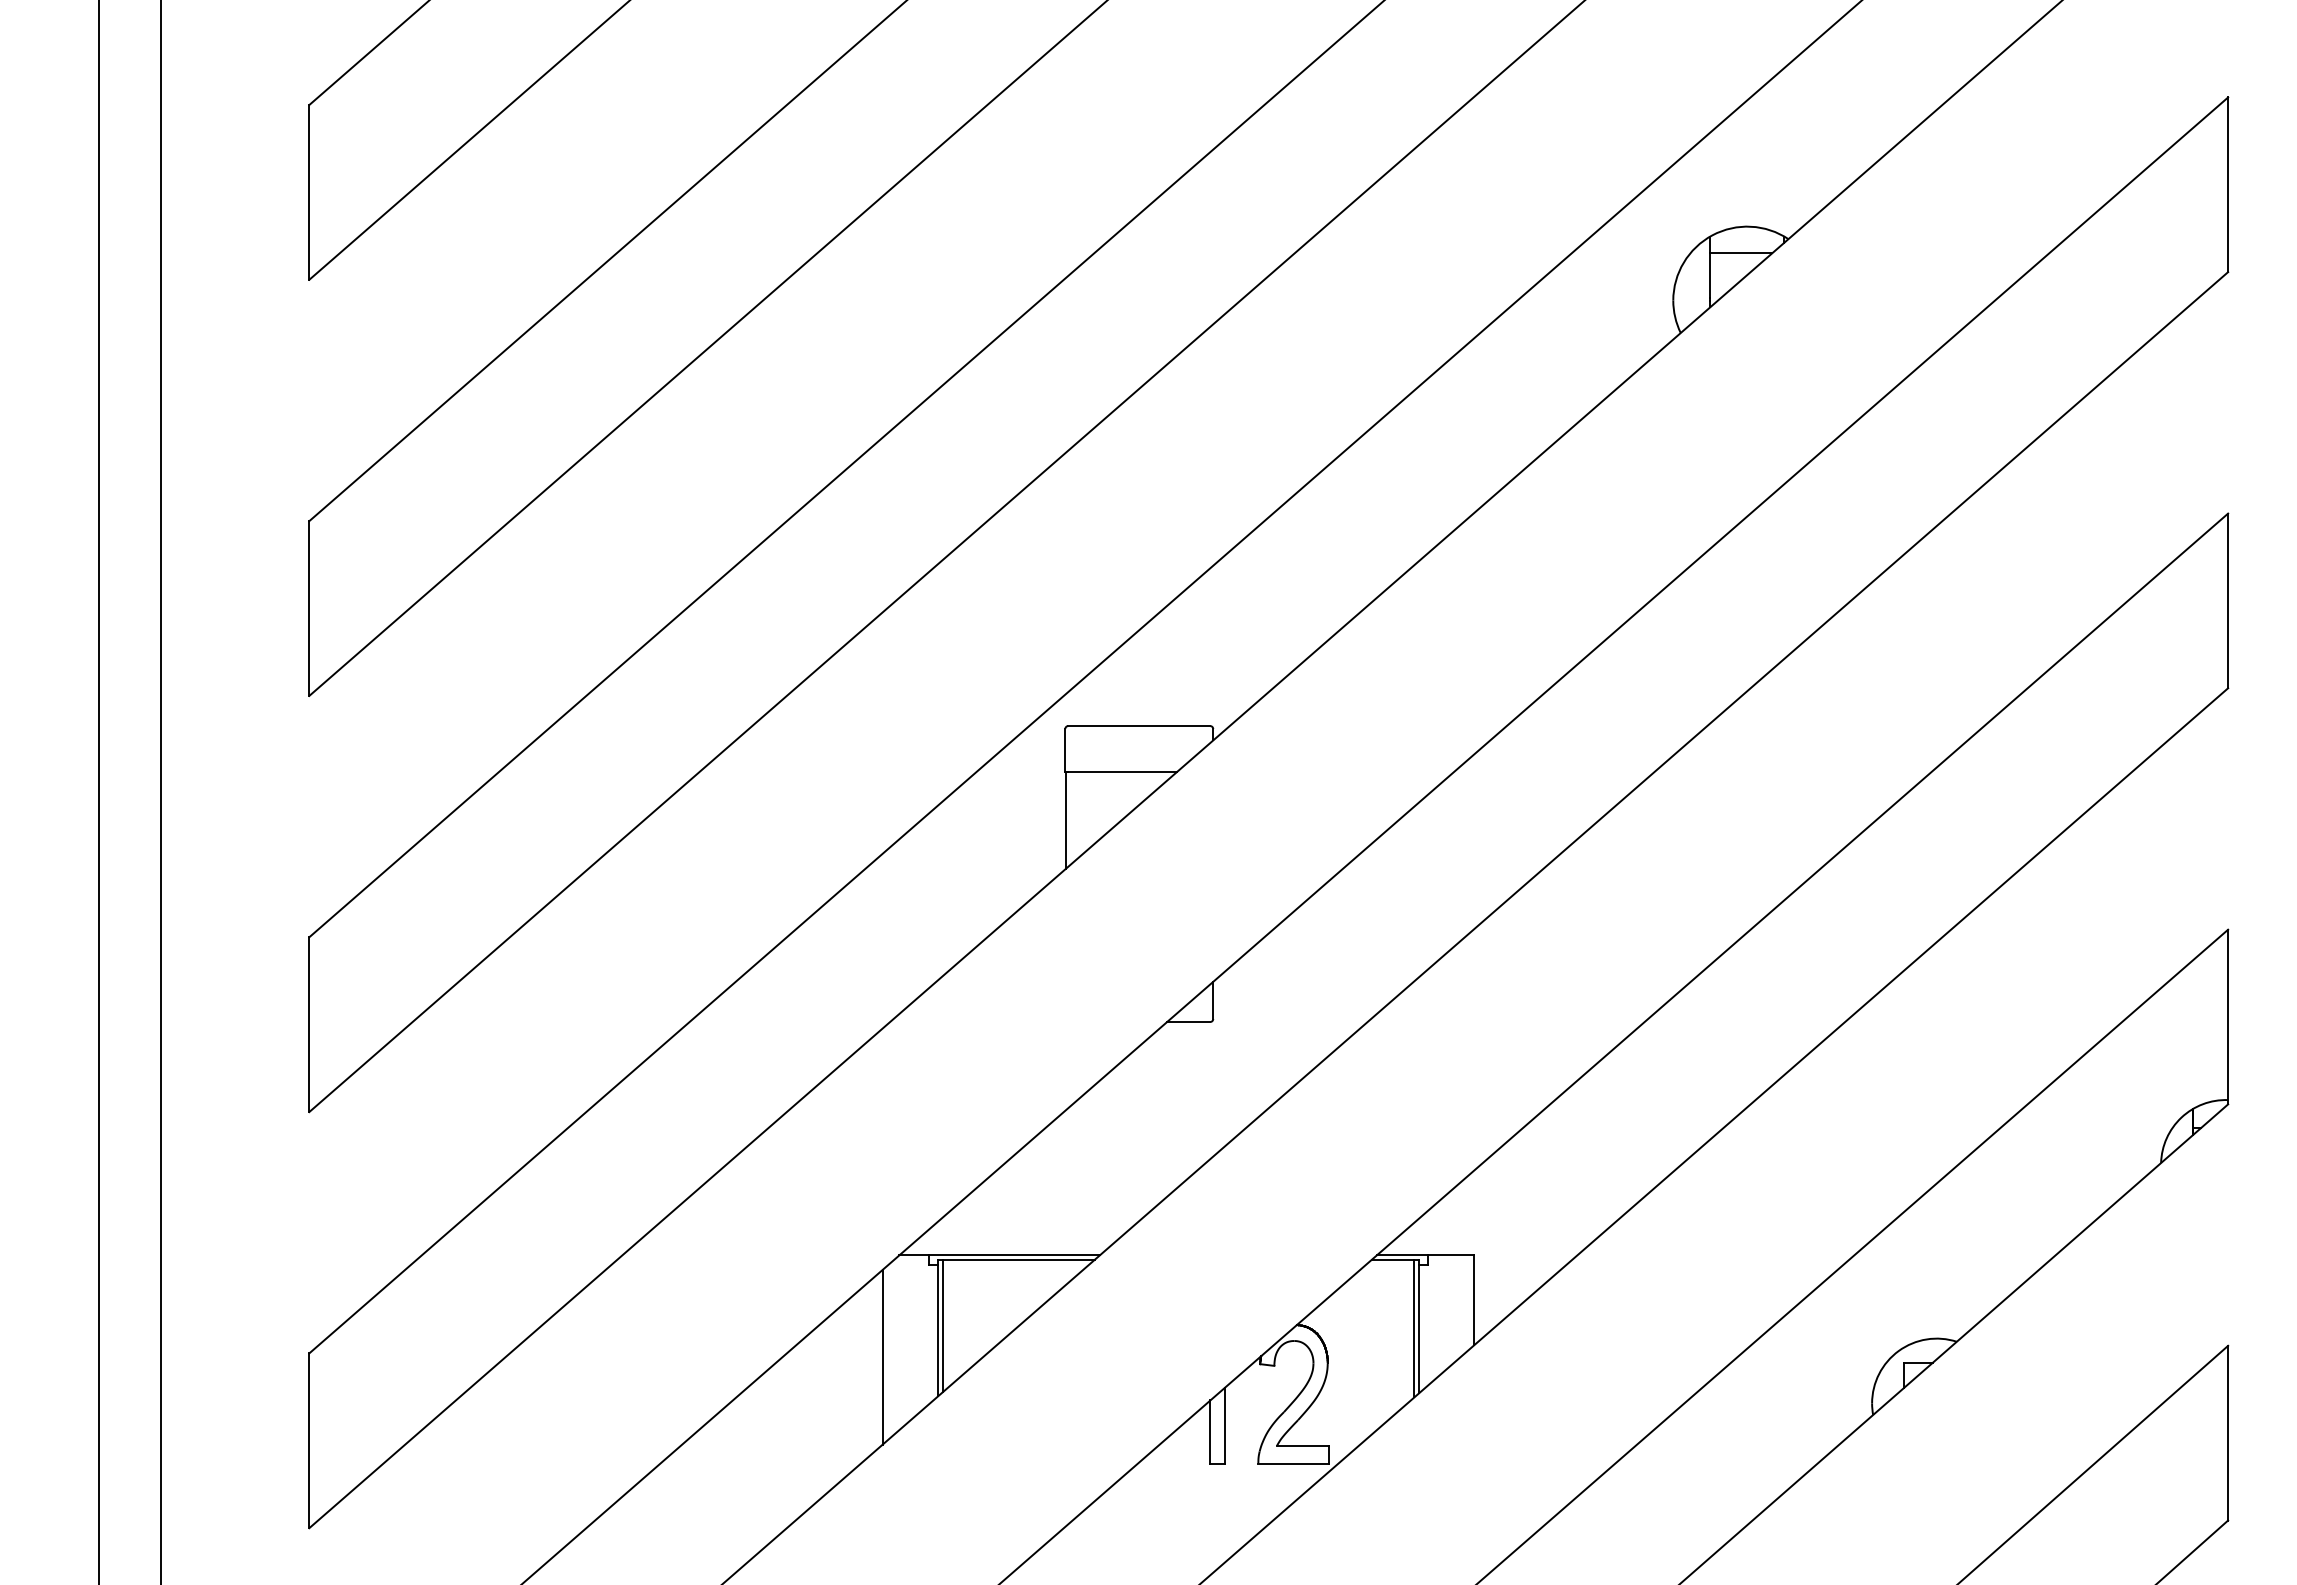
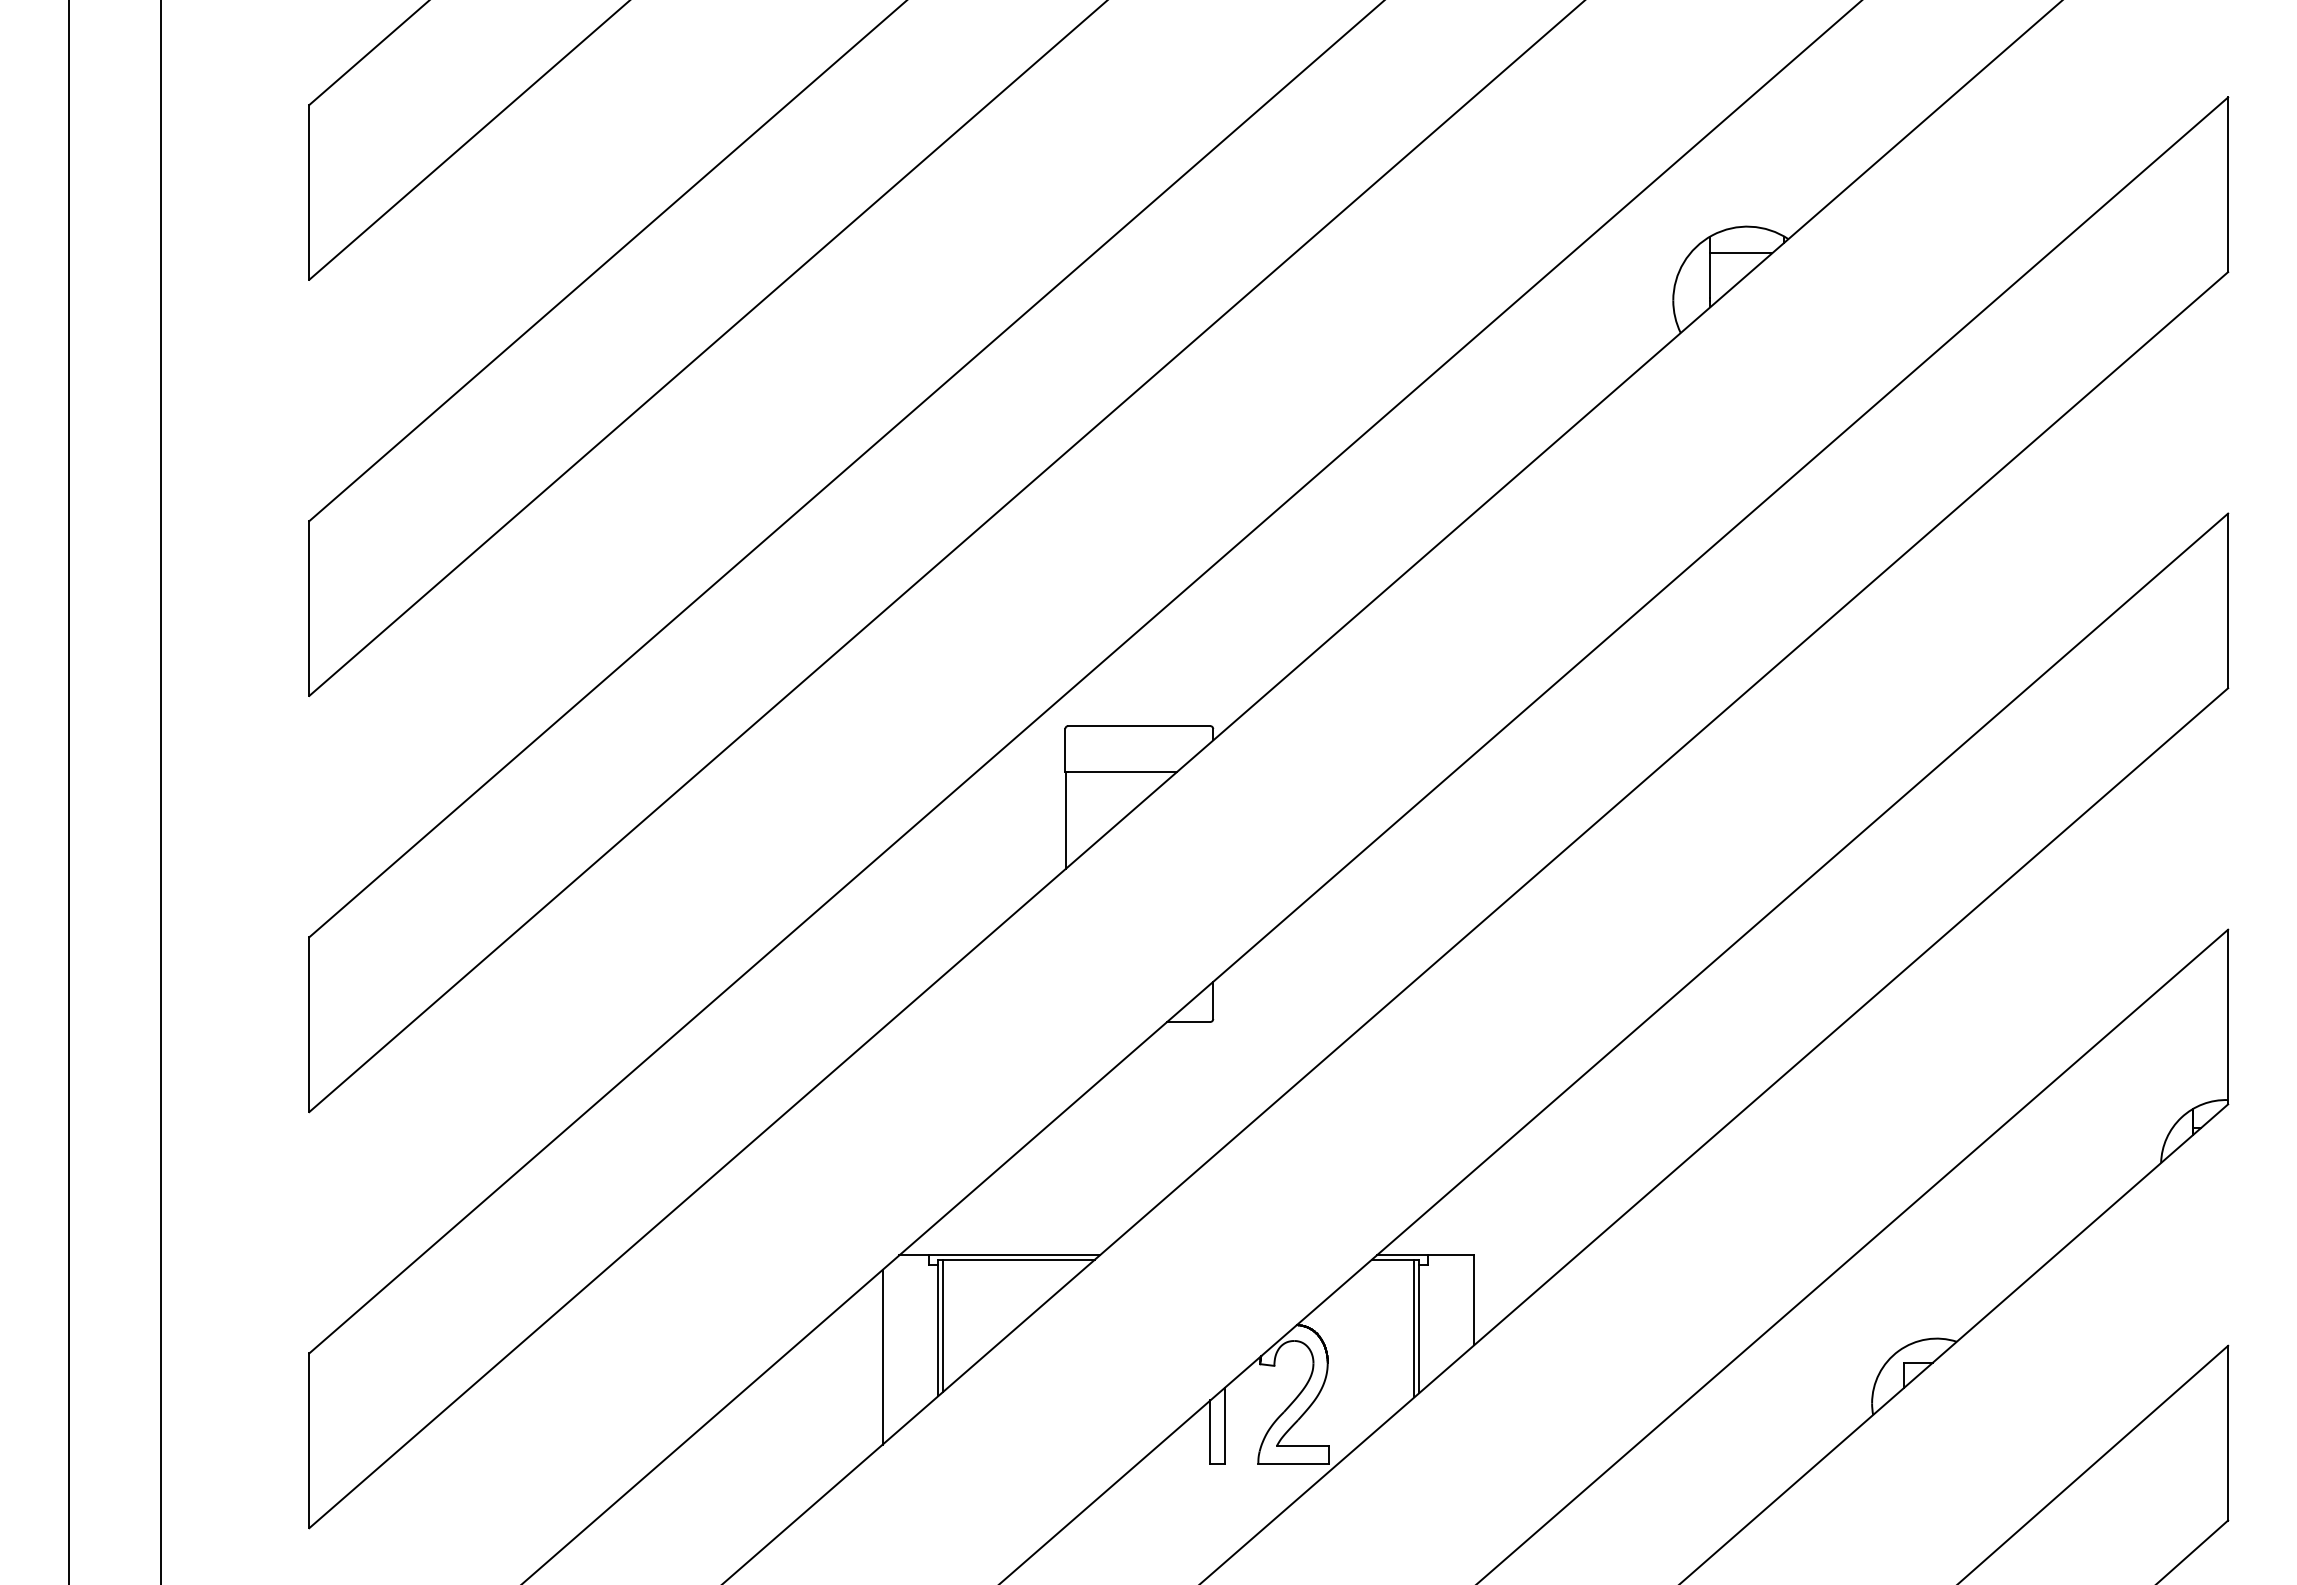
line at (98, 791) position: (98, 791) -> (68, 791)
